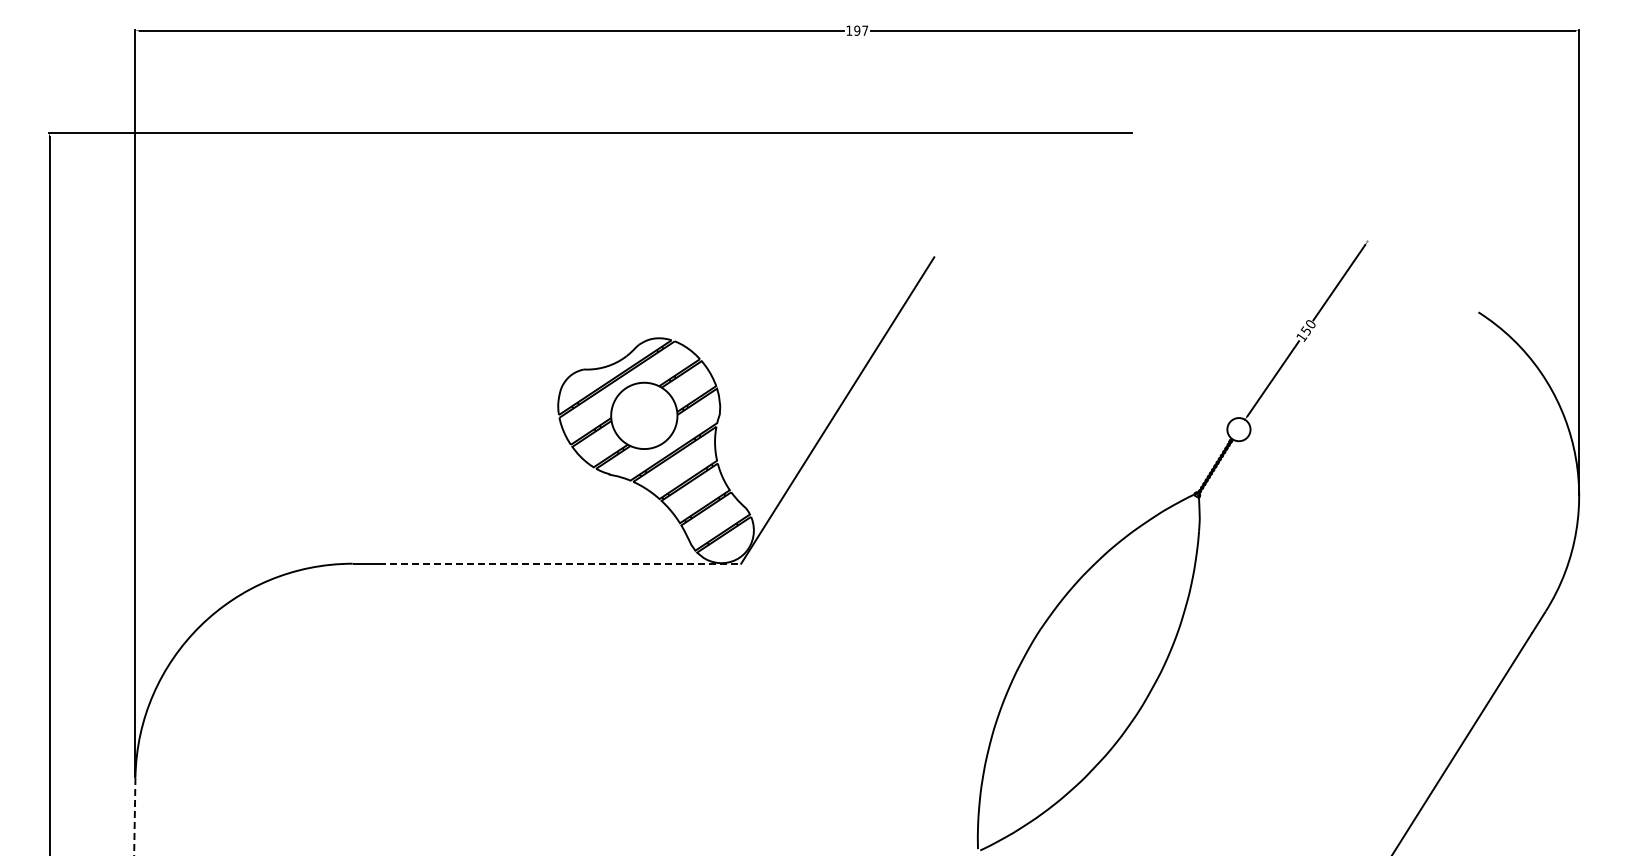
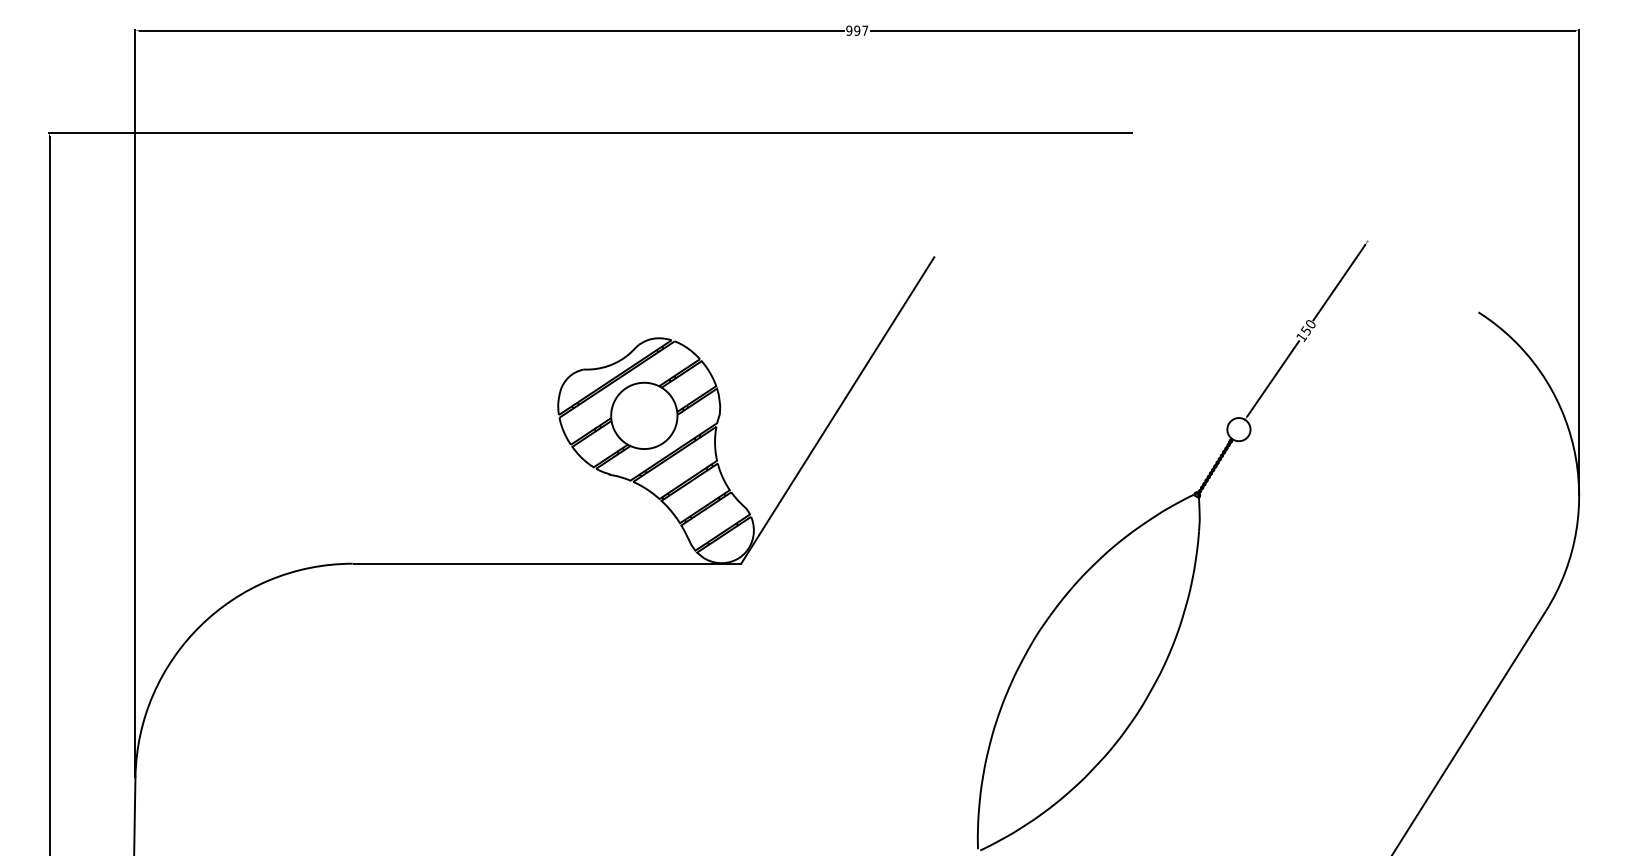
text at (849, 30): 197 -> 997
line at (560, 563): dashed -> solid
line at (134, 816): dashed -> solid
